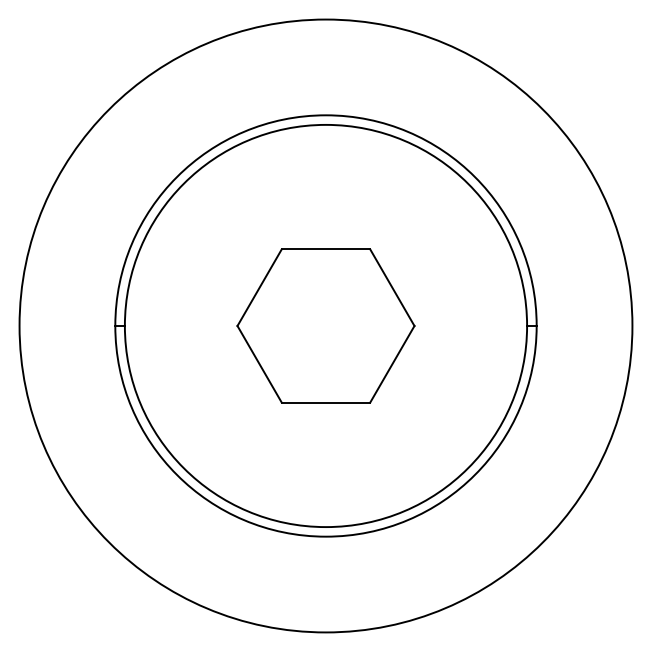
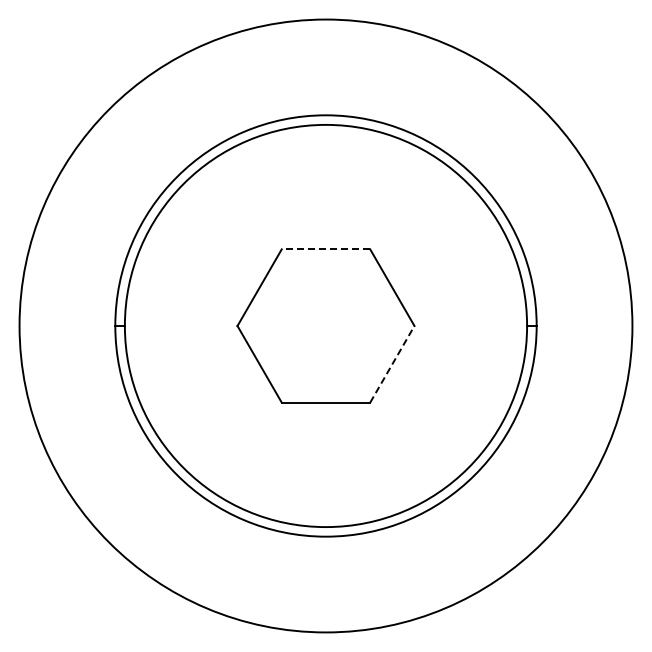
line at (325, 249): solid -> dashed
line at (392, 363): solid -> dashed
